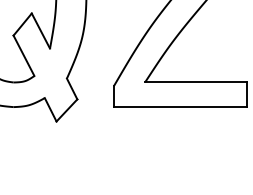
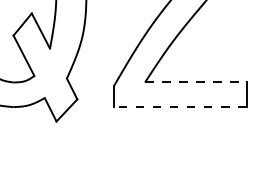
line at (195, 82): solid -> dashed
line at (179, 107): solid -> dashed
